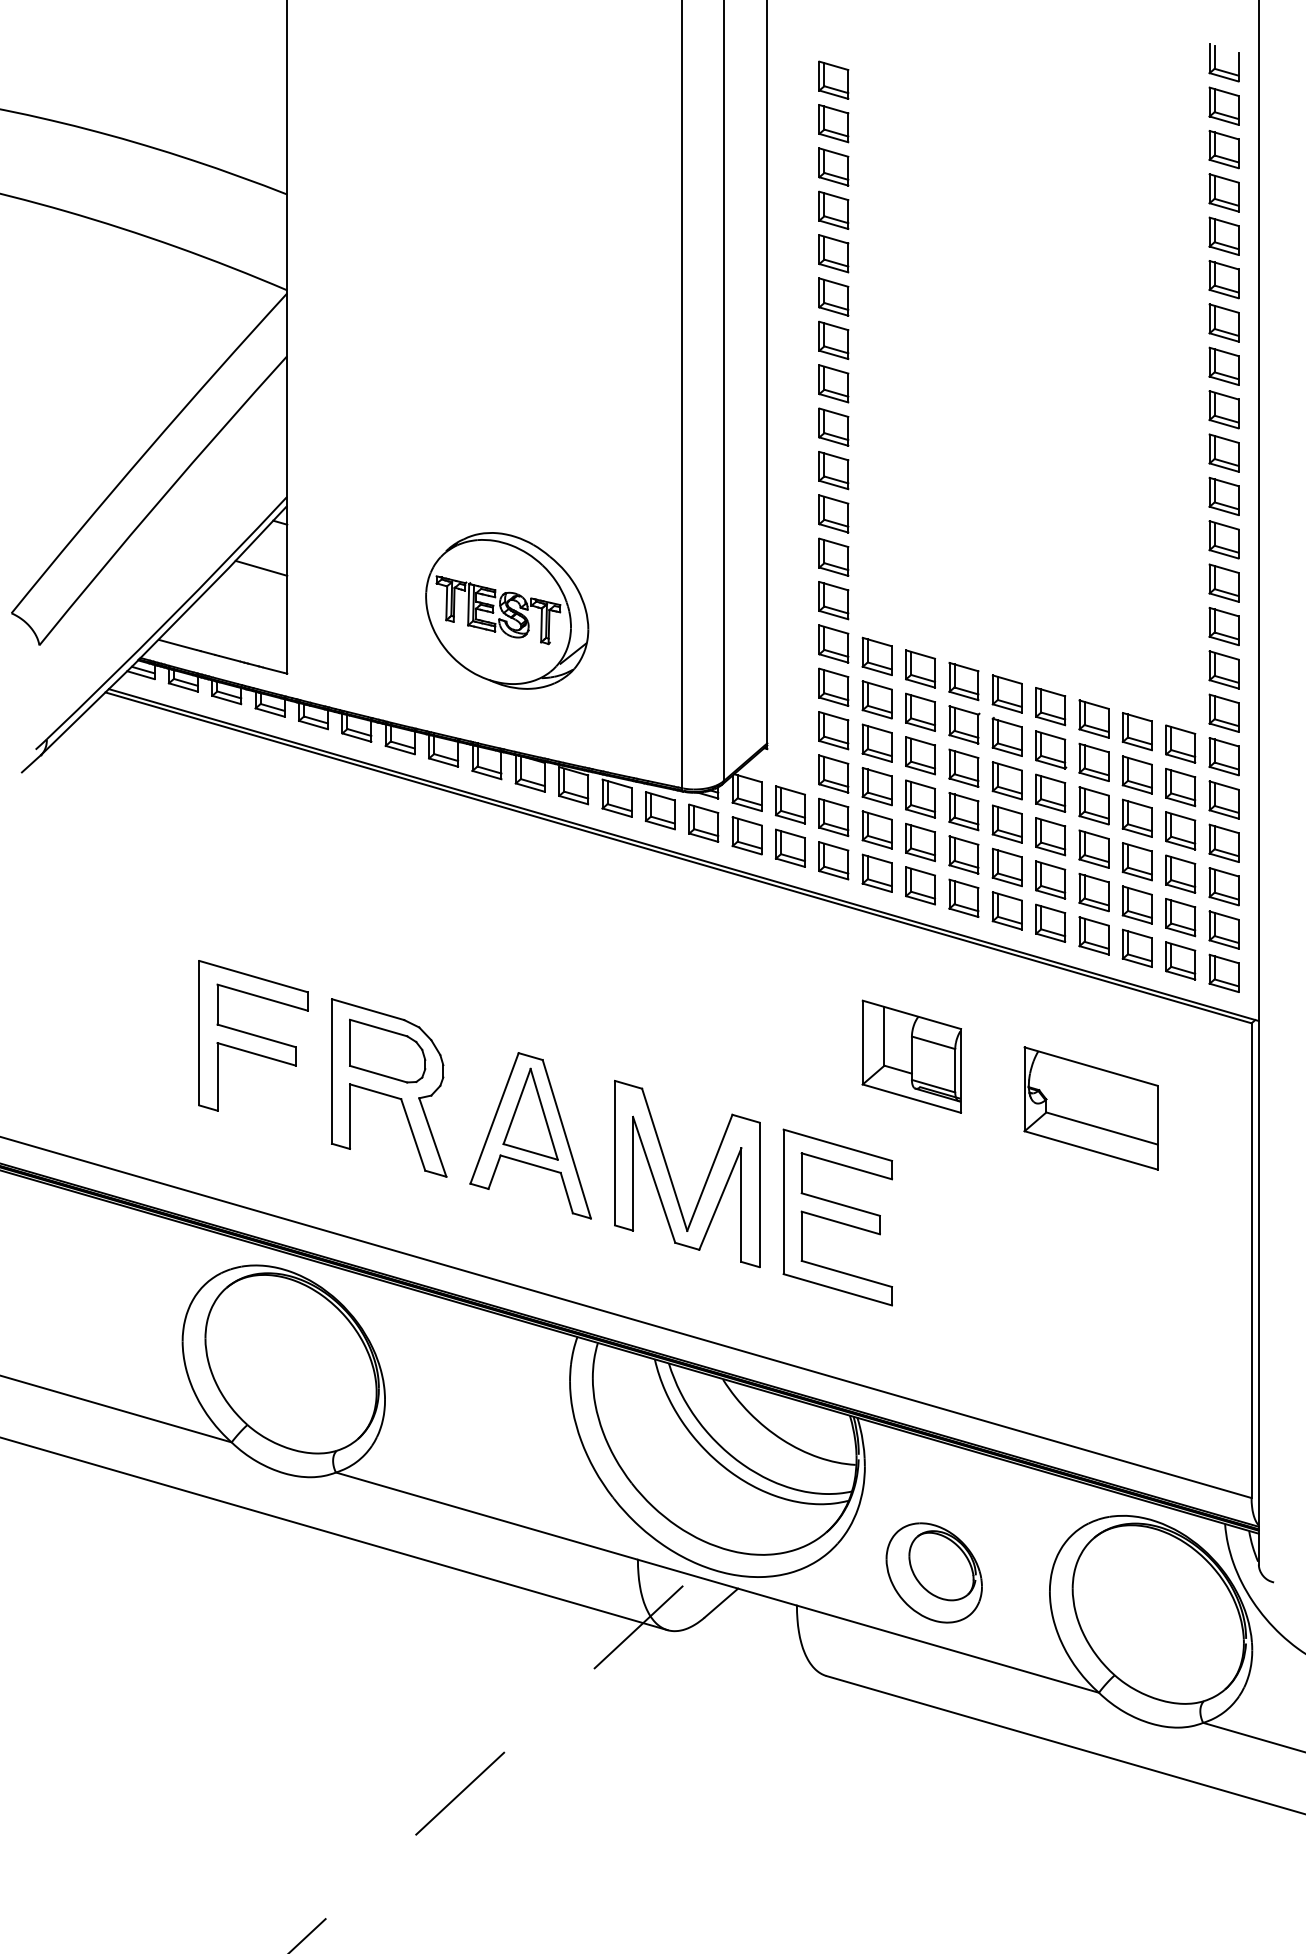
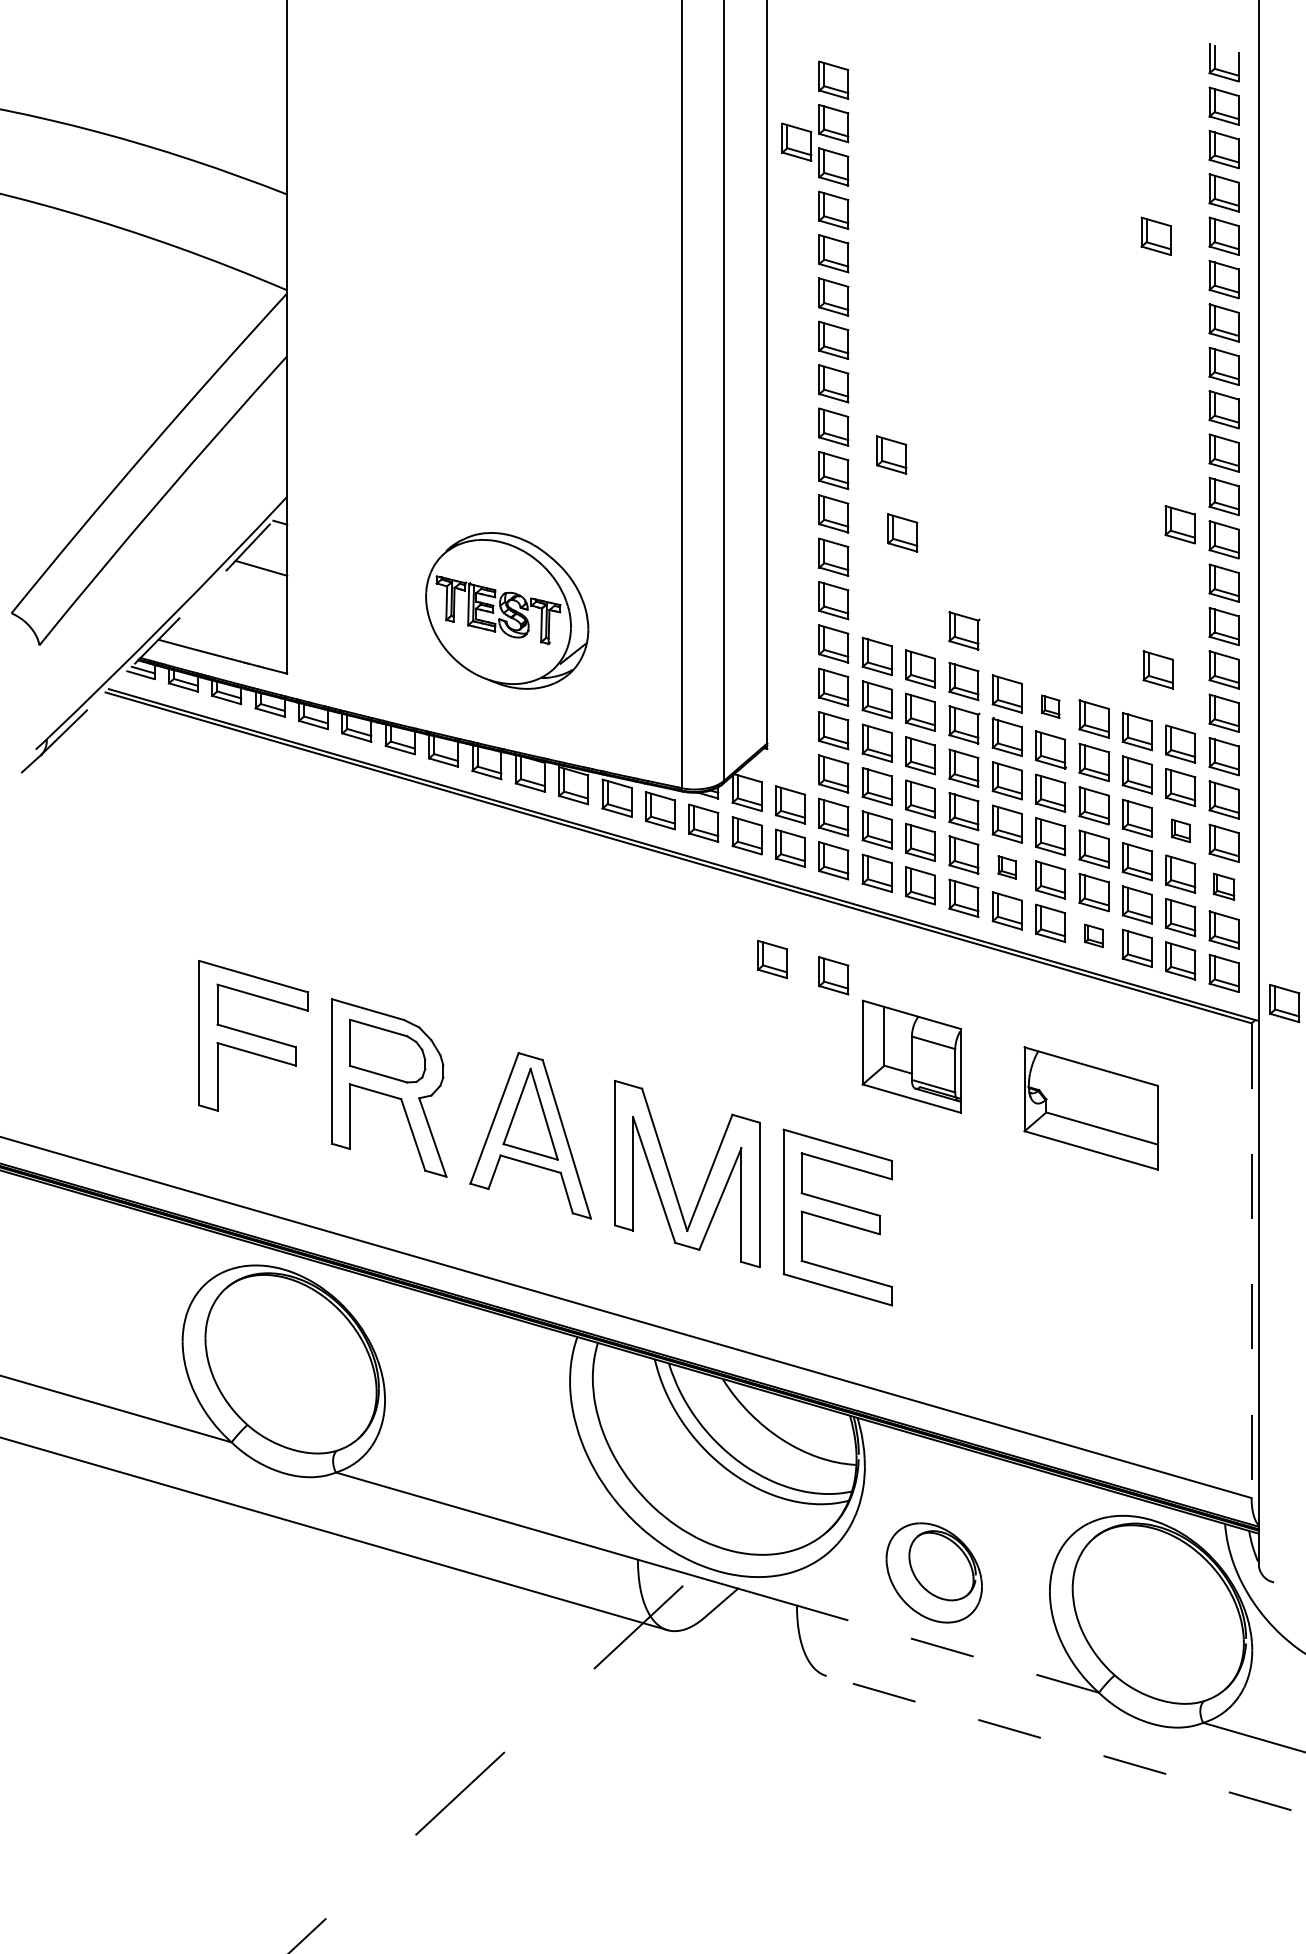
part at (796, 141): none -> present
part at (1155, 235): none -> present
part at (891, 454): none -> present
part at (1179, 524): none -> present
part at (902, 532): none -> present
part at (964, 630): none -> present
line at (166, 631): solid -> dashed
part at (1157, 669): none -> present
part at (1050, 706) size: 32x40 px -> 20x25 px
part at (1180, 830) size: 32x40 px -> 20x25 px
part at (1006, 867) size: 32x41 px -> 20x25 px
part at (1223, 886) size: 32x40 px -> 24x29 px
part at (1093, 935) size: 32x40 px -> 20x25 px
part at (772, 959): none -> present
part at (833, 975): none -> present
part at (1284, 1003): none -> present
line at (1251, 1261): solid -> dashed
line at (947, 1649): solid -> dashed
line at (1065, 1745): solid -> dashed
